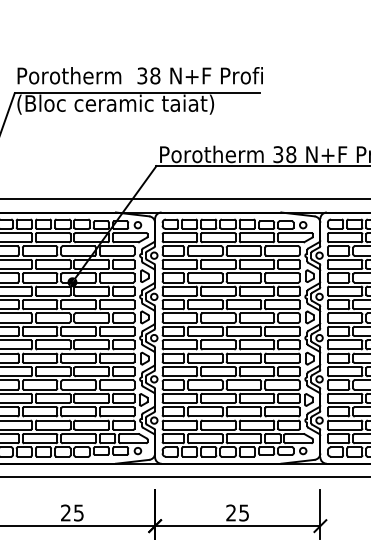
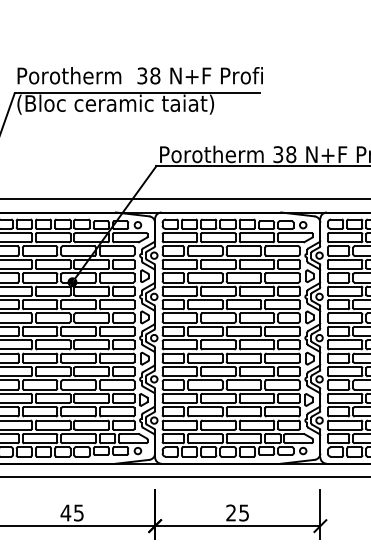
text at (65, 512): 25 -> 45
